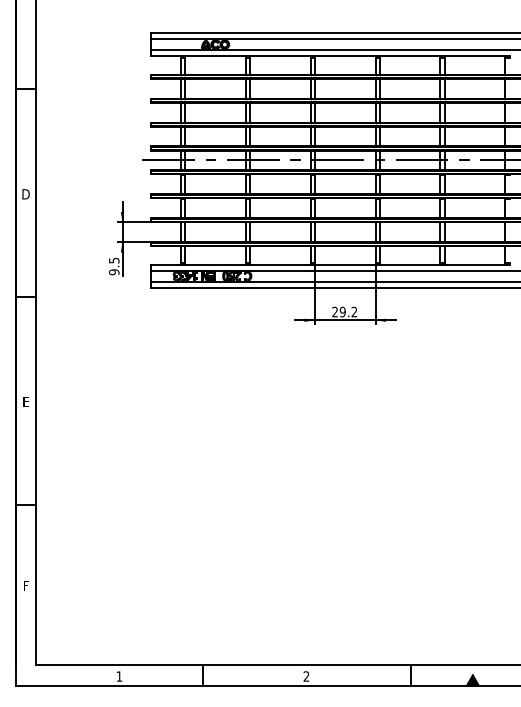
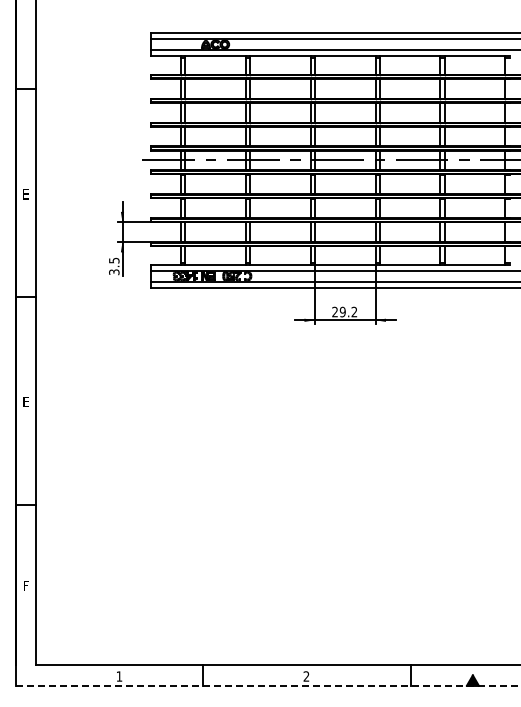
text at (25, 194): D -> E
text at (114, 272): 9.5 -> 3.5
line at (268, 685): solid -> dashed
